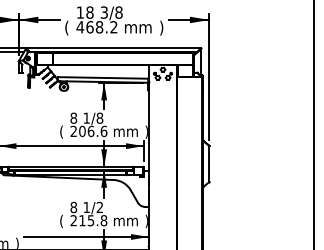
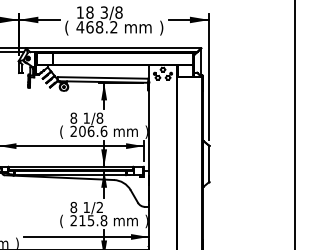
line at (313, 124) position: (313, 124) -> (294, 124)
